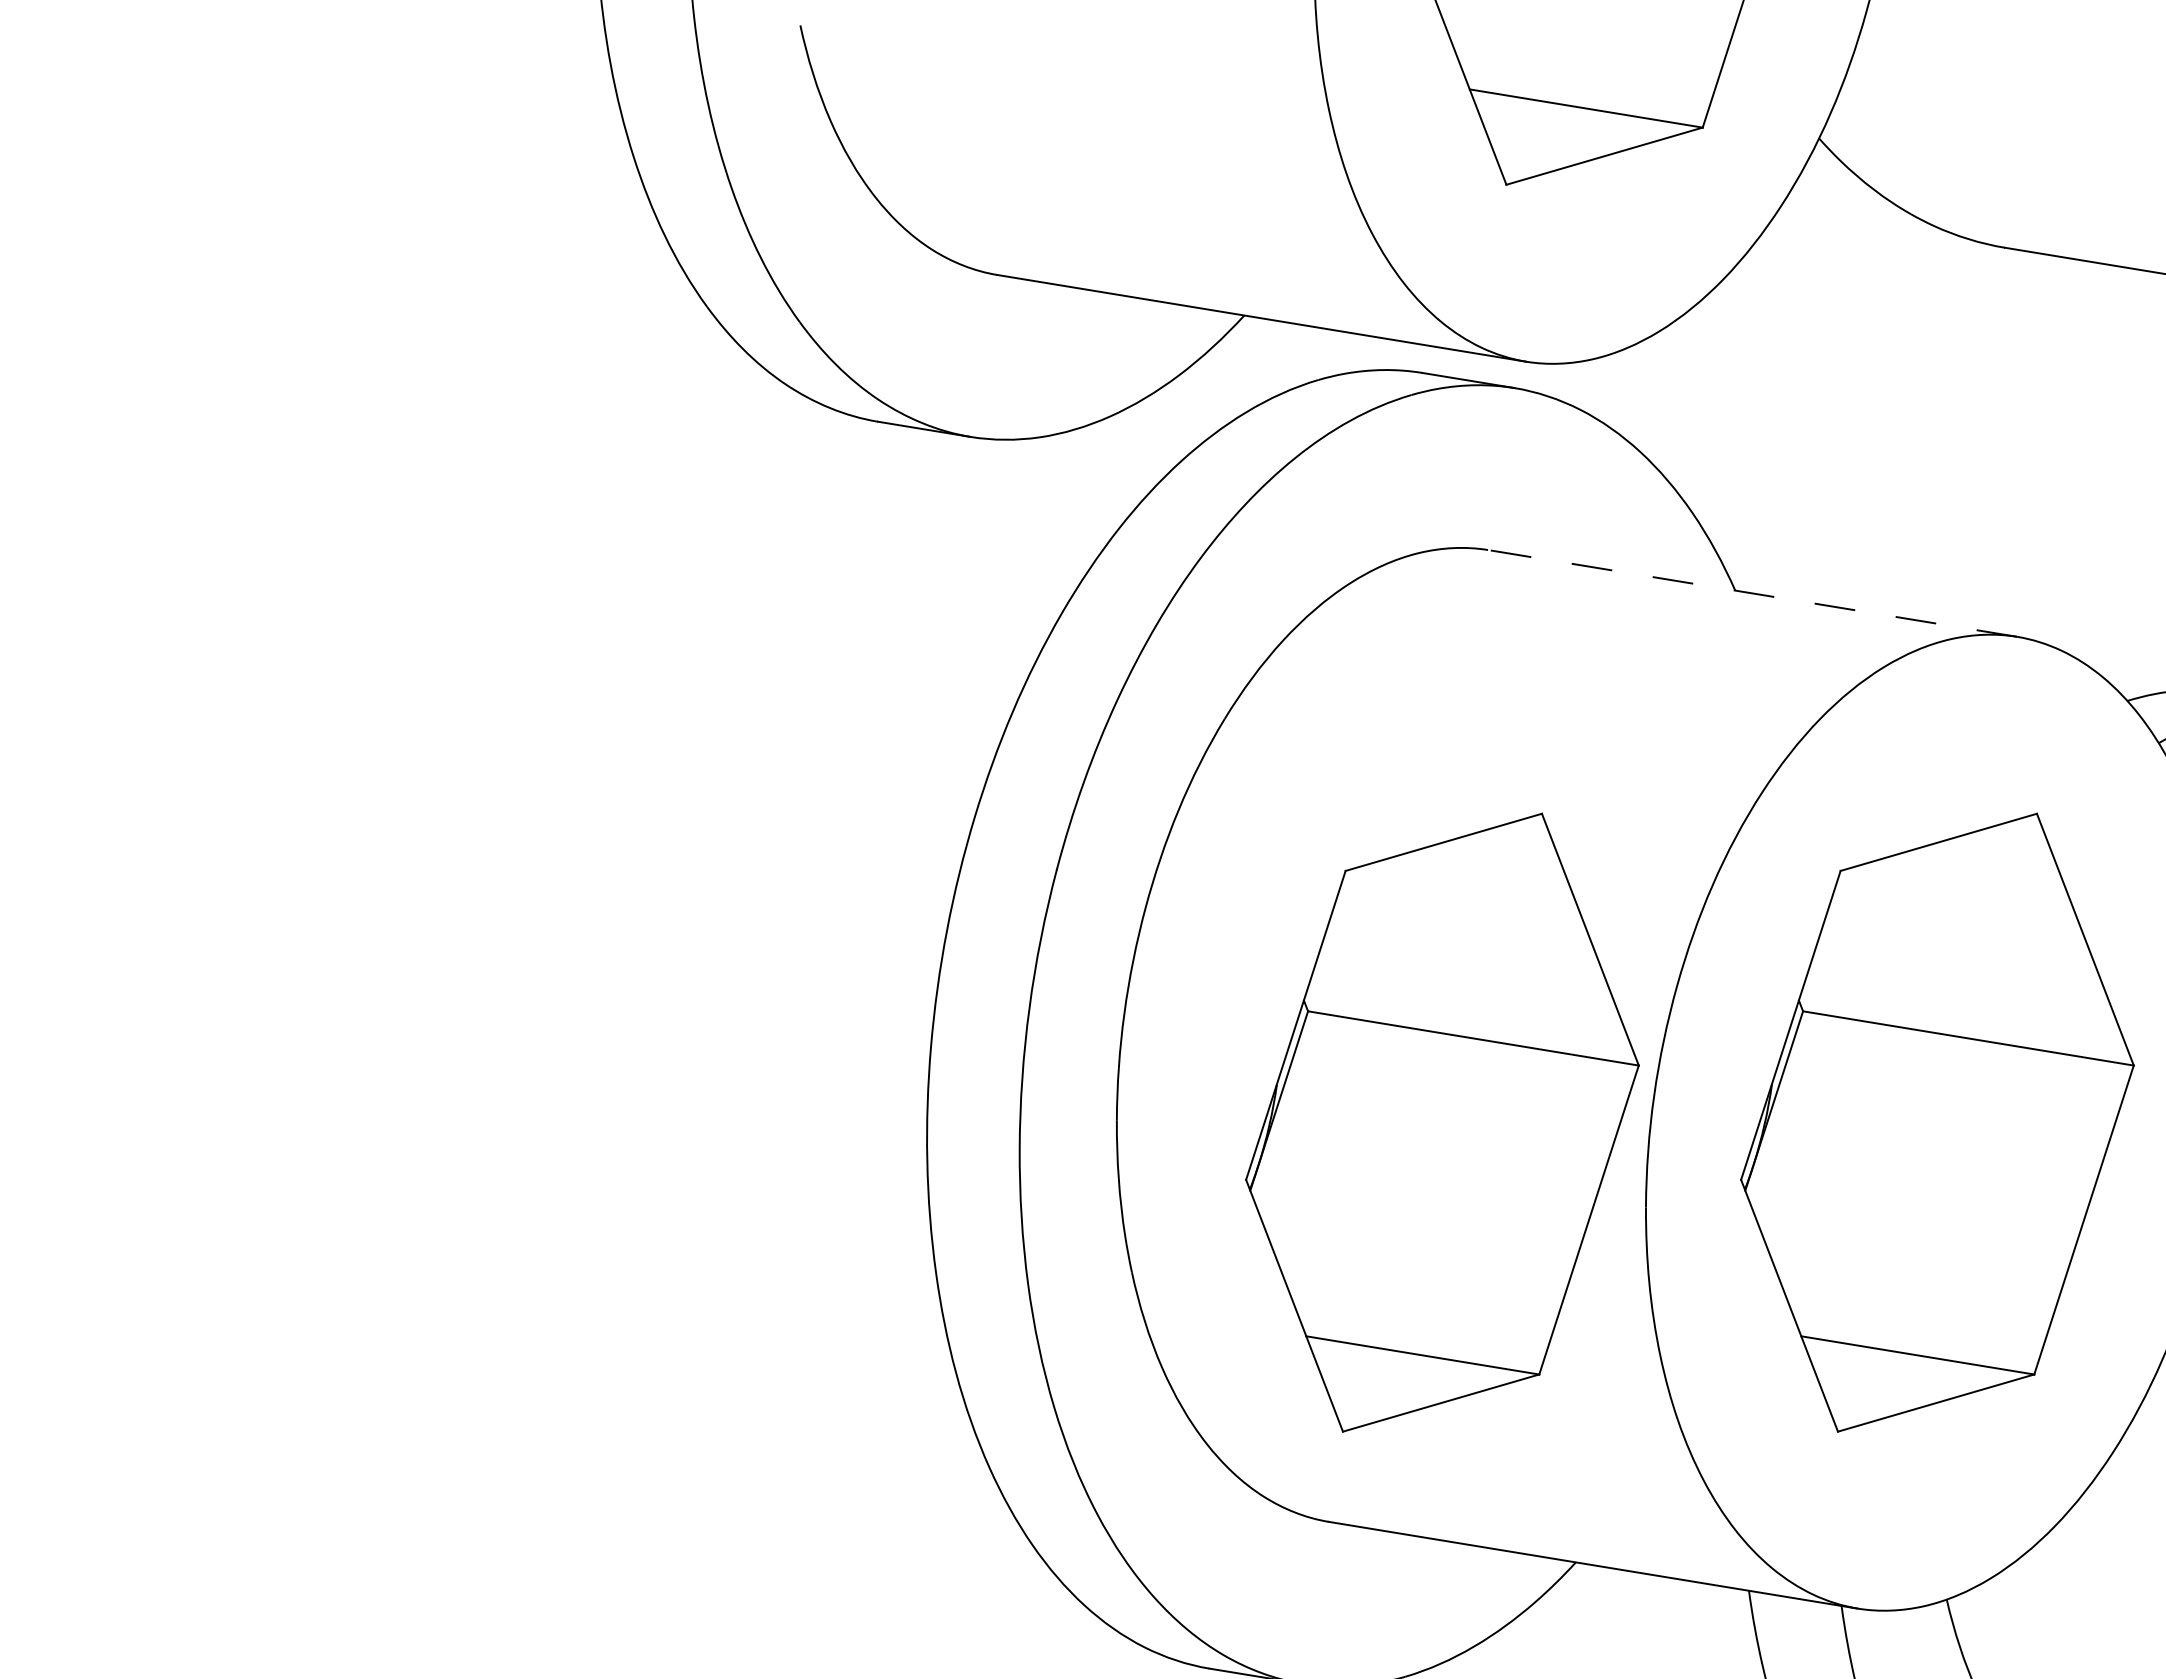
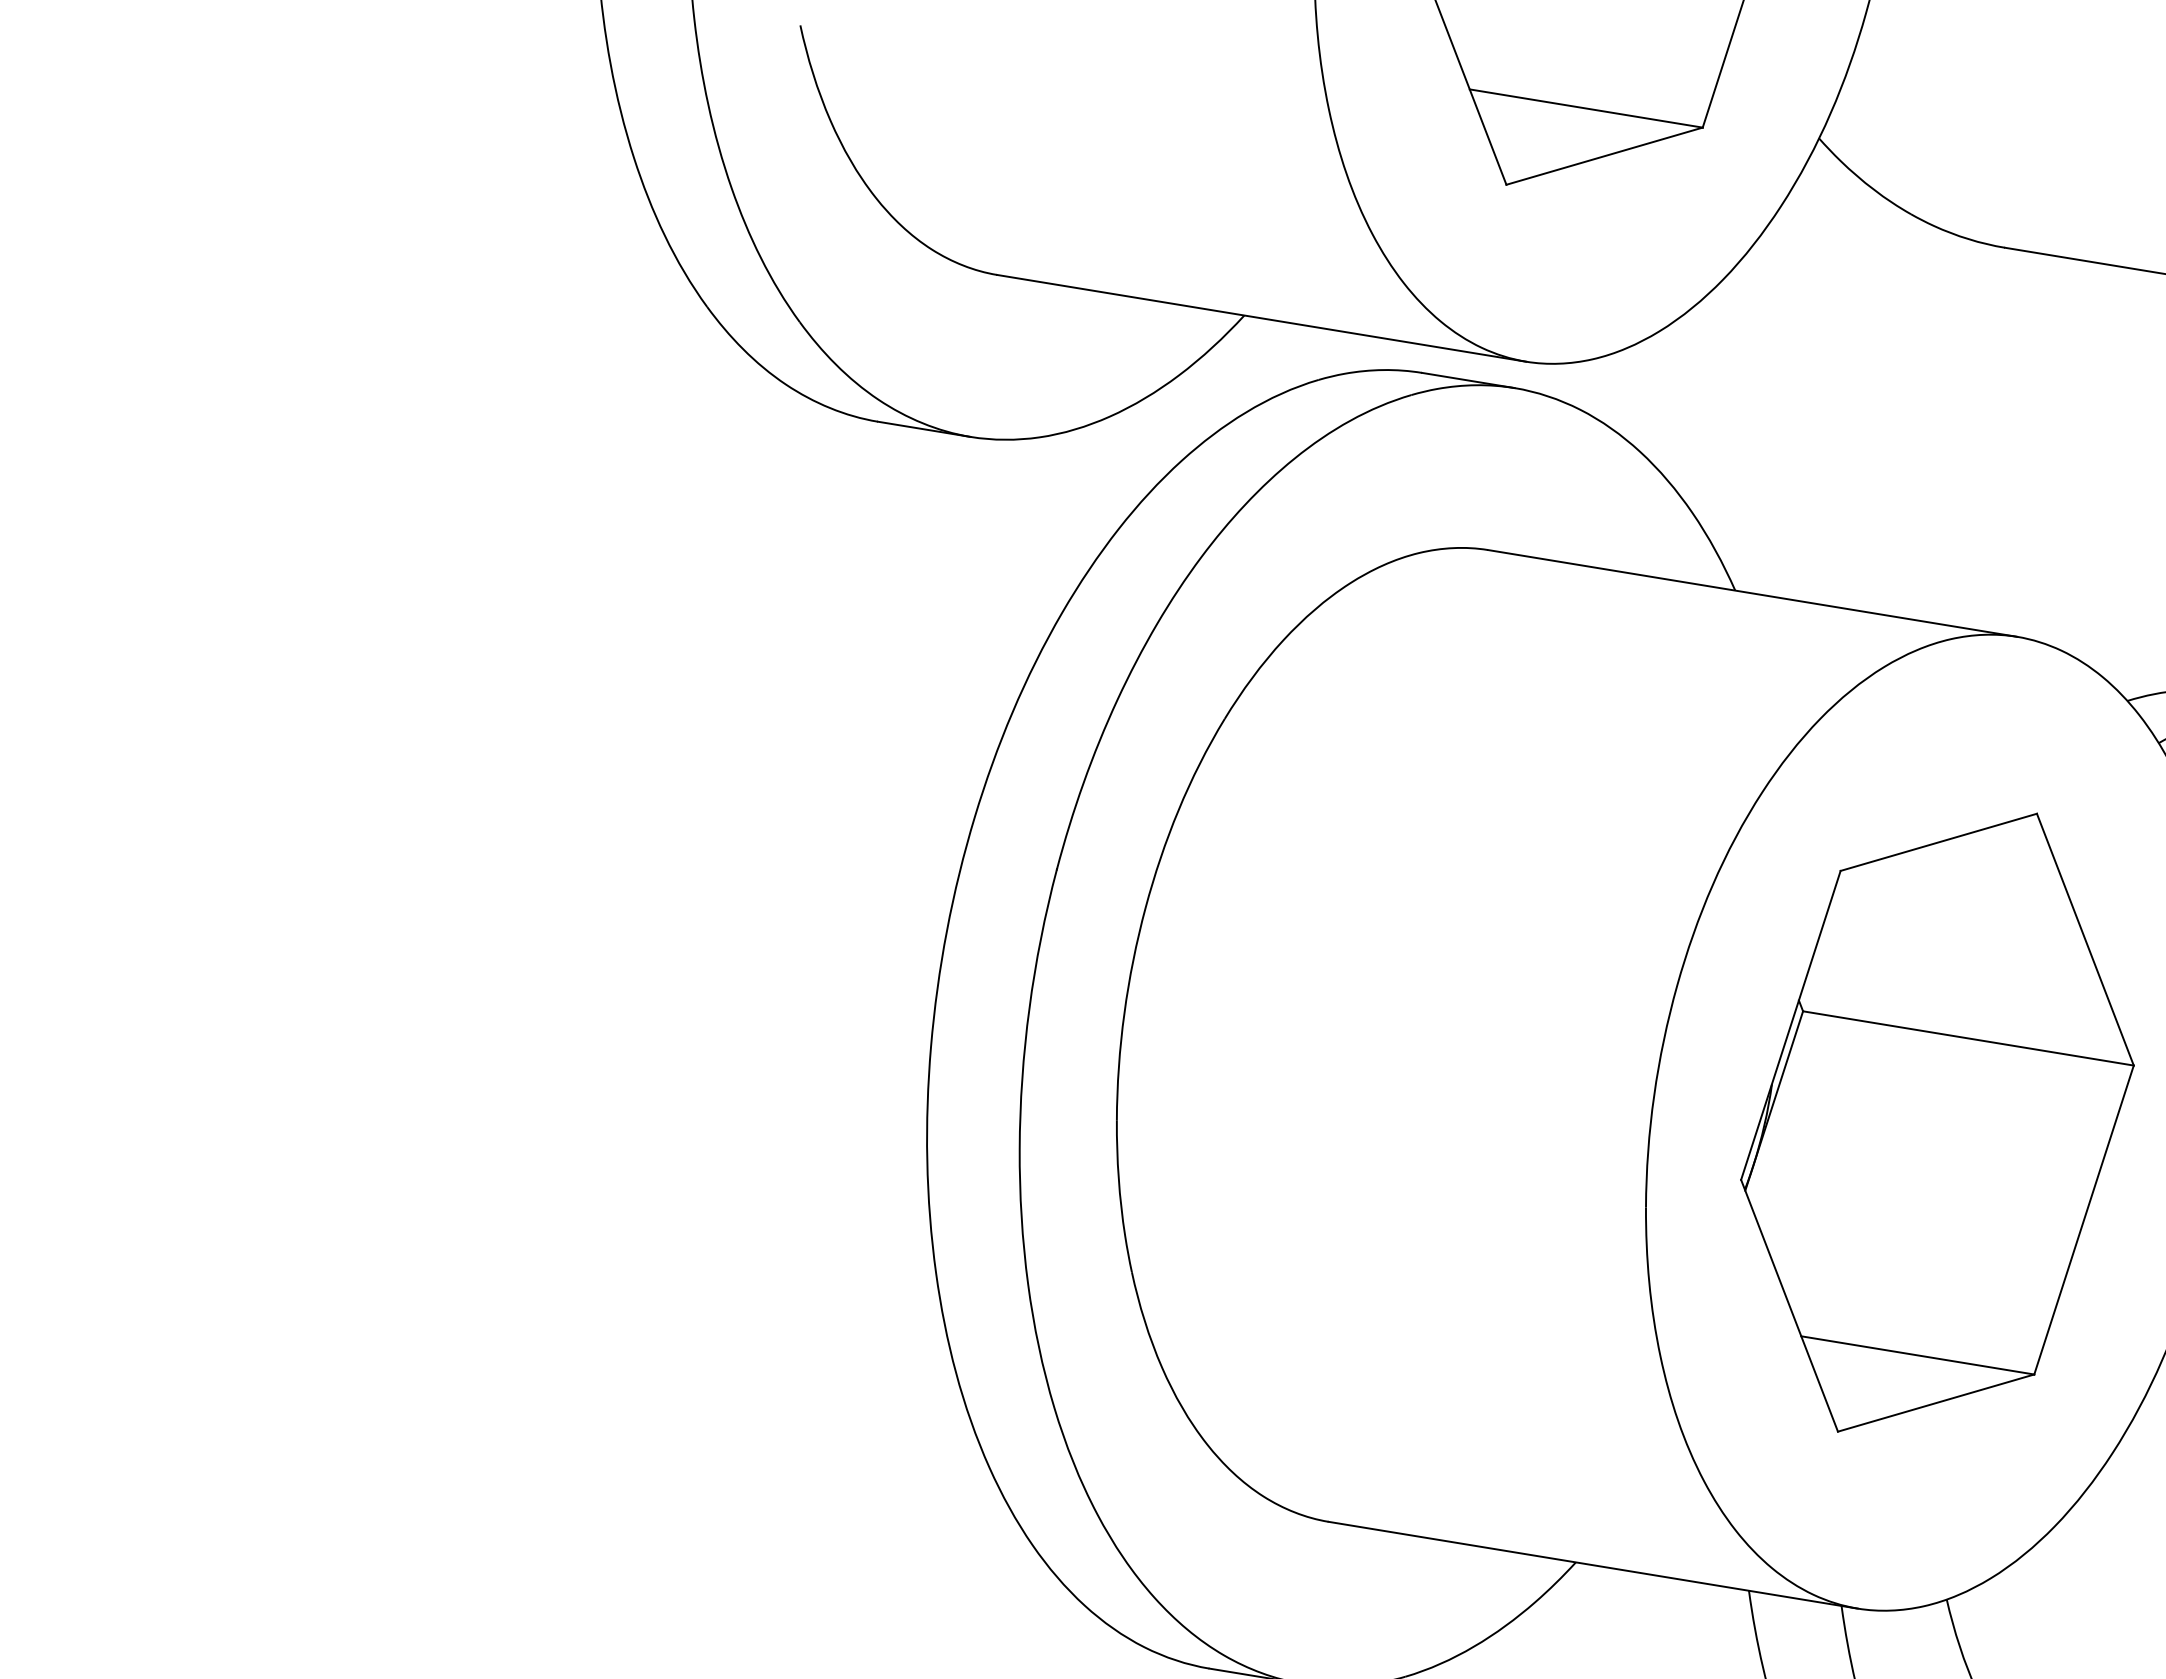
line at (1752, 593): dashed -> solid
part at (1442, 1122): present -> none
